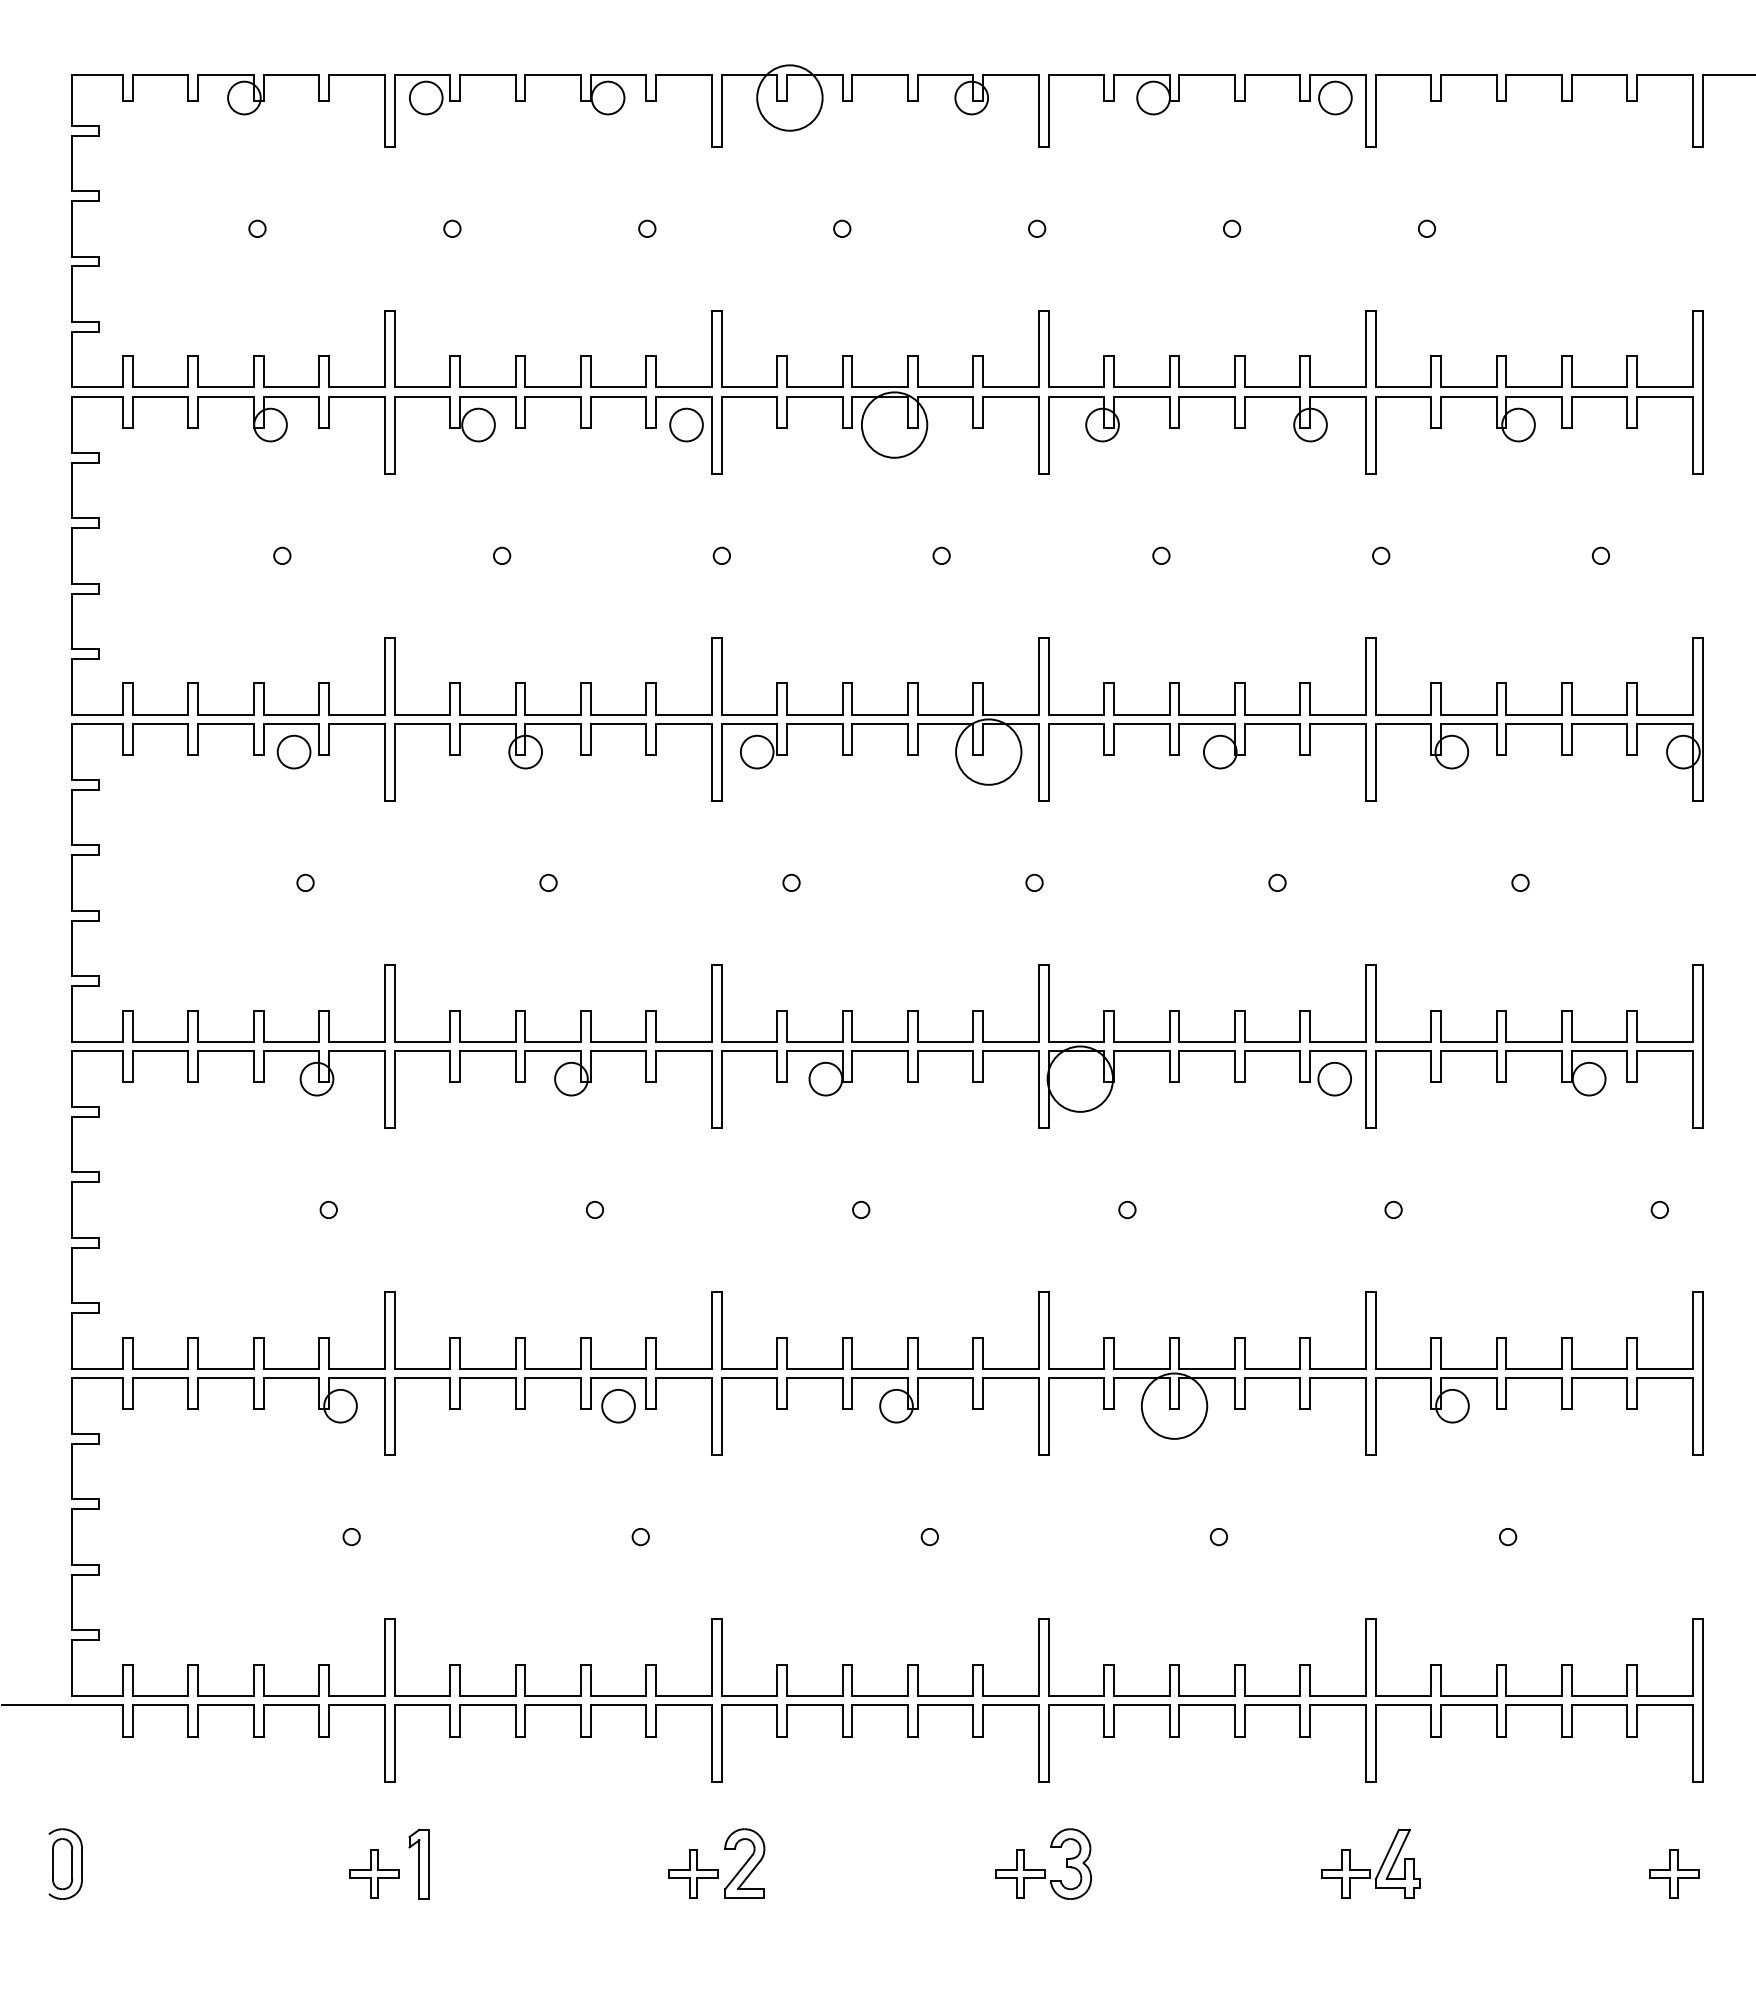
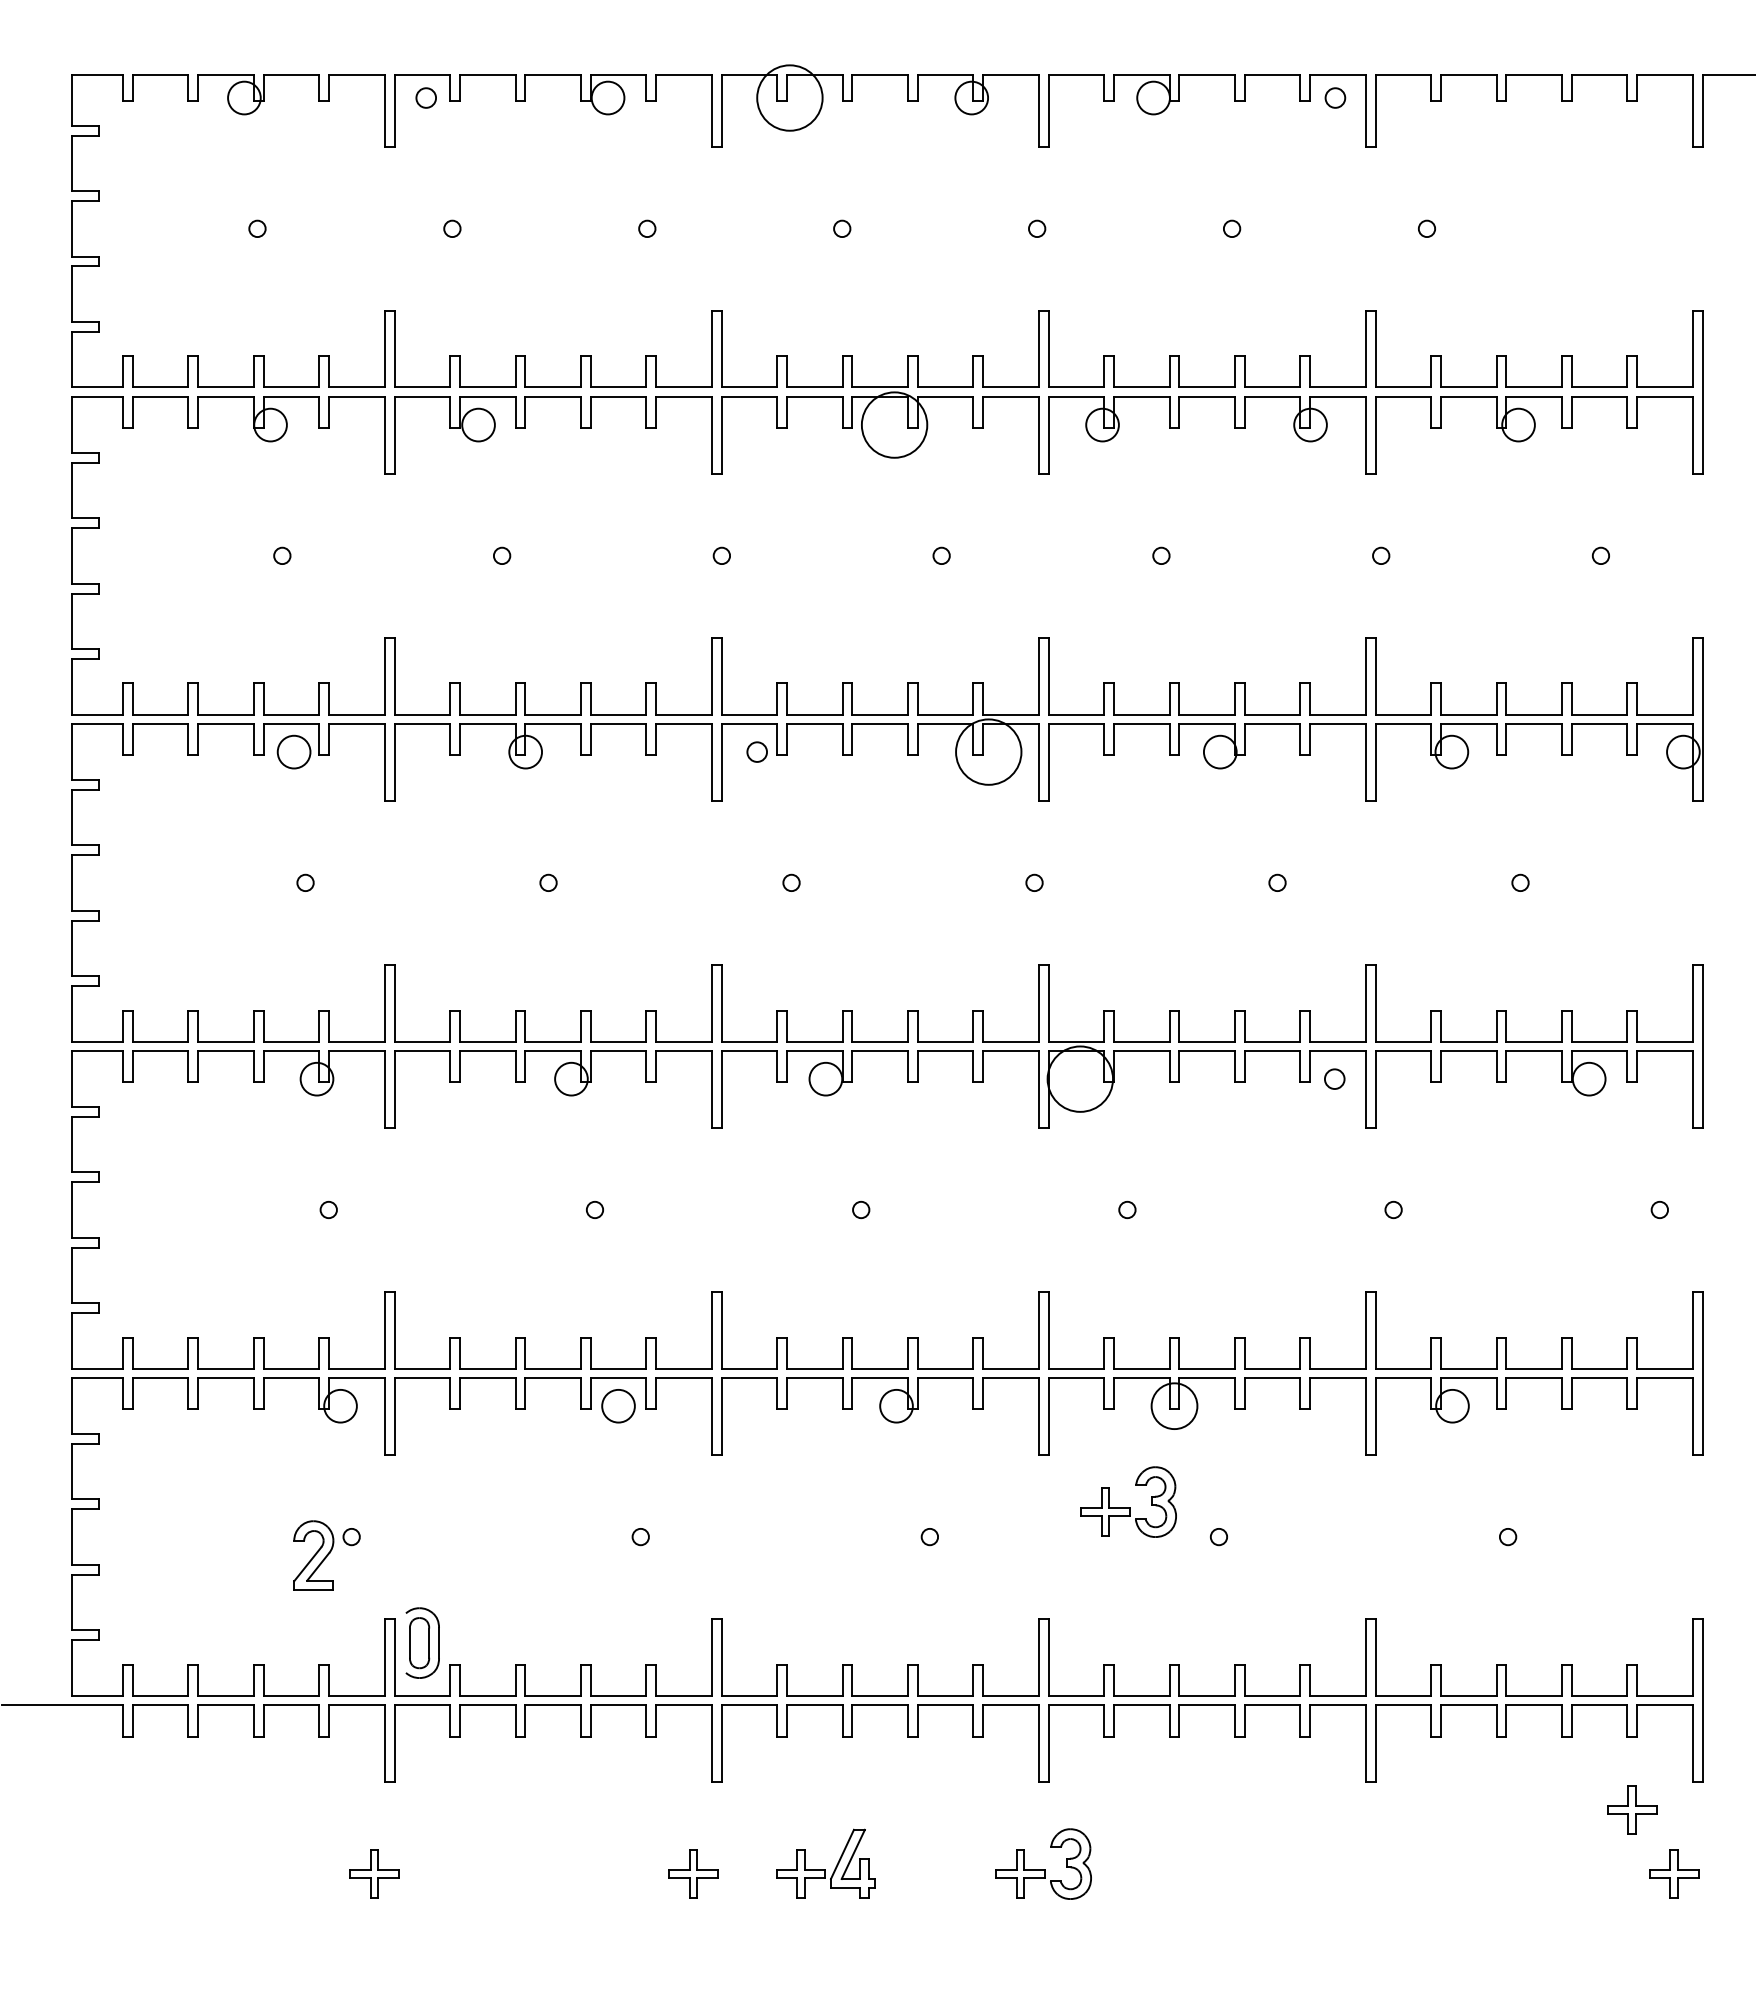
circle at (425, 97) diameter: 33 px -> 20 px
circle at (1335, 97) diameter: 33 px -> 20 px
circle at (686, 424): present -> none
circle at (756, 751) diameter: 33 px -> 20 px
circle at (1334, 1078) diameter: 33 px -> 20 px
circle at (1174, 1405) diameter: 65 px -> 46 px
part at (1128, 1501): none -> present
part at (1632, 1809): none -> present
part at (65, 1863) position: (65, 1863) -> (422, 1642)
part at (418, 1863): present -> none
part at (744, 1863) position: (744, 1863) -> (313, 1555)
part at (1370, 1863) position: (1370, 1863) -> (825, 1863)
